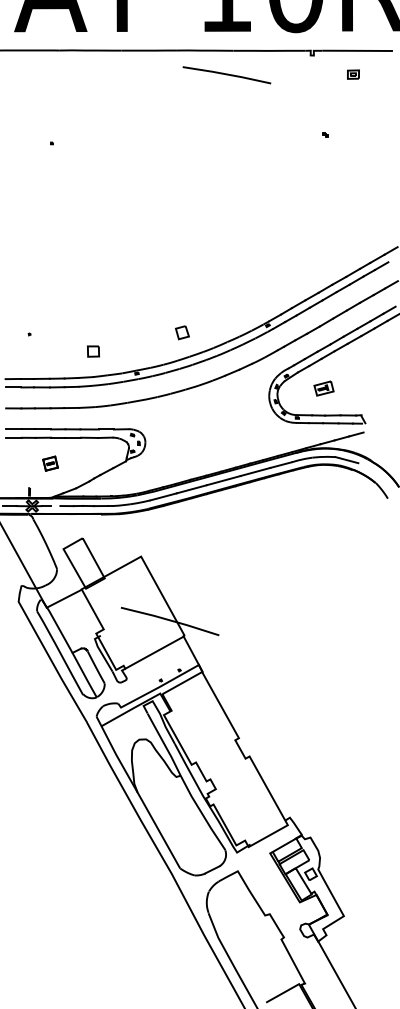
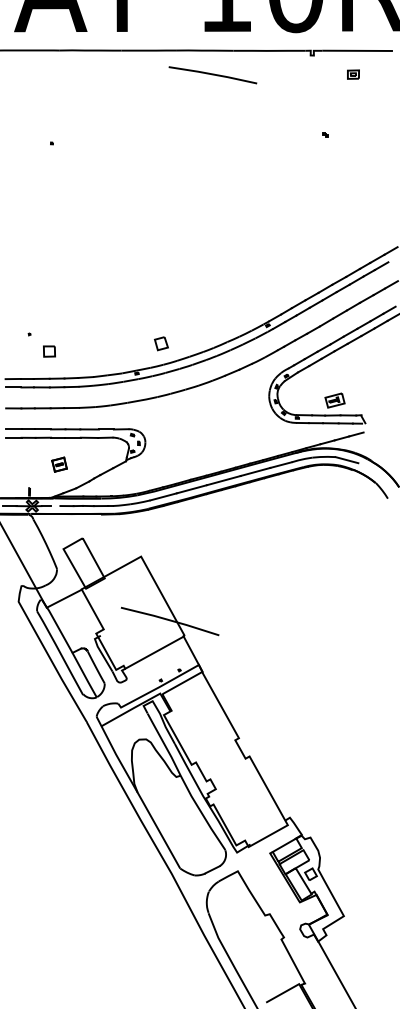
line at (226, 75) position: (226, 75) -> (212, 75)
part at (182, 332) position: (182, 332) -> (161, 343)
part at (93, 351) position: (93, 351) -> (49, 351)
part at (323, 388) position: (323, 388) -> (334, 400)
part at (50, 463) position: (50, 463) -> (59, 464)
